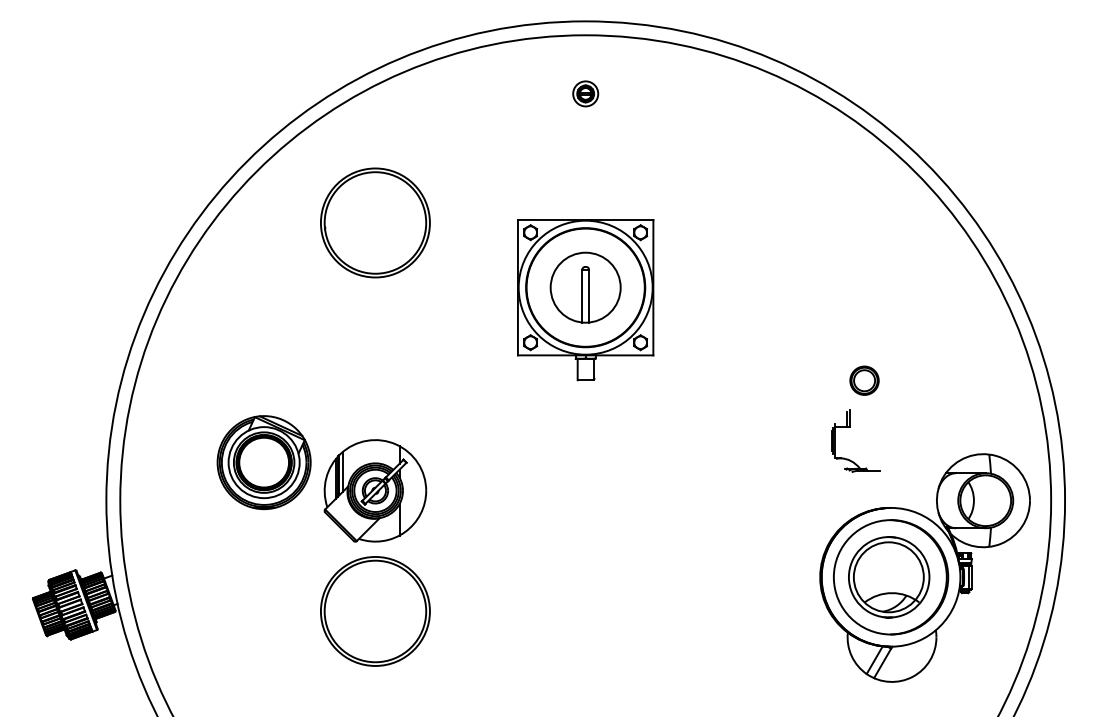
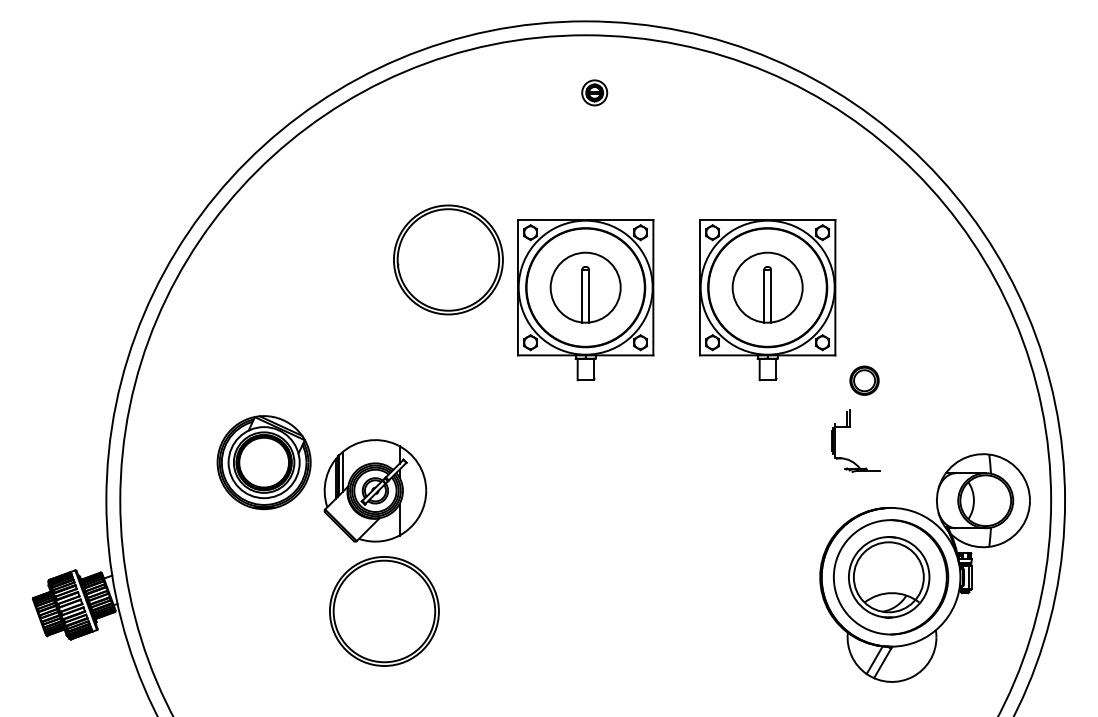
part at (585, 93) position: (585, 93) -> (594, 92)
part at (375, 222) position: (375, 222) -> (448, 259)
part at (767, 300): none -> present
part at (375, 611) position: (375, 611) -> (384, 611)
